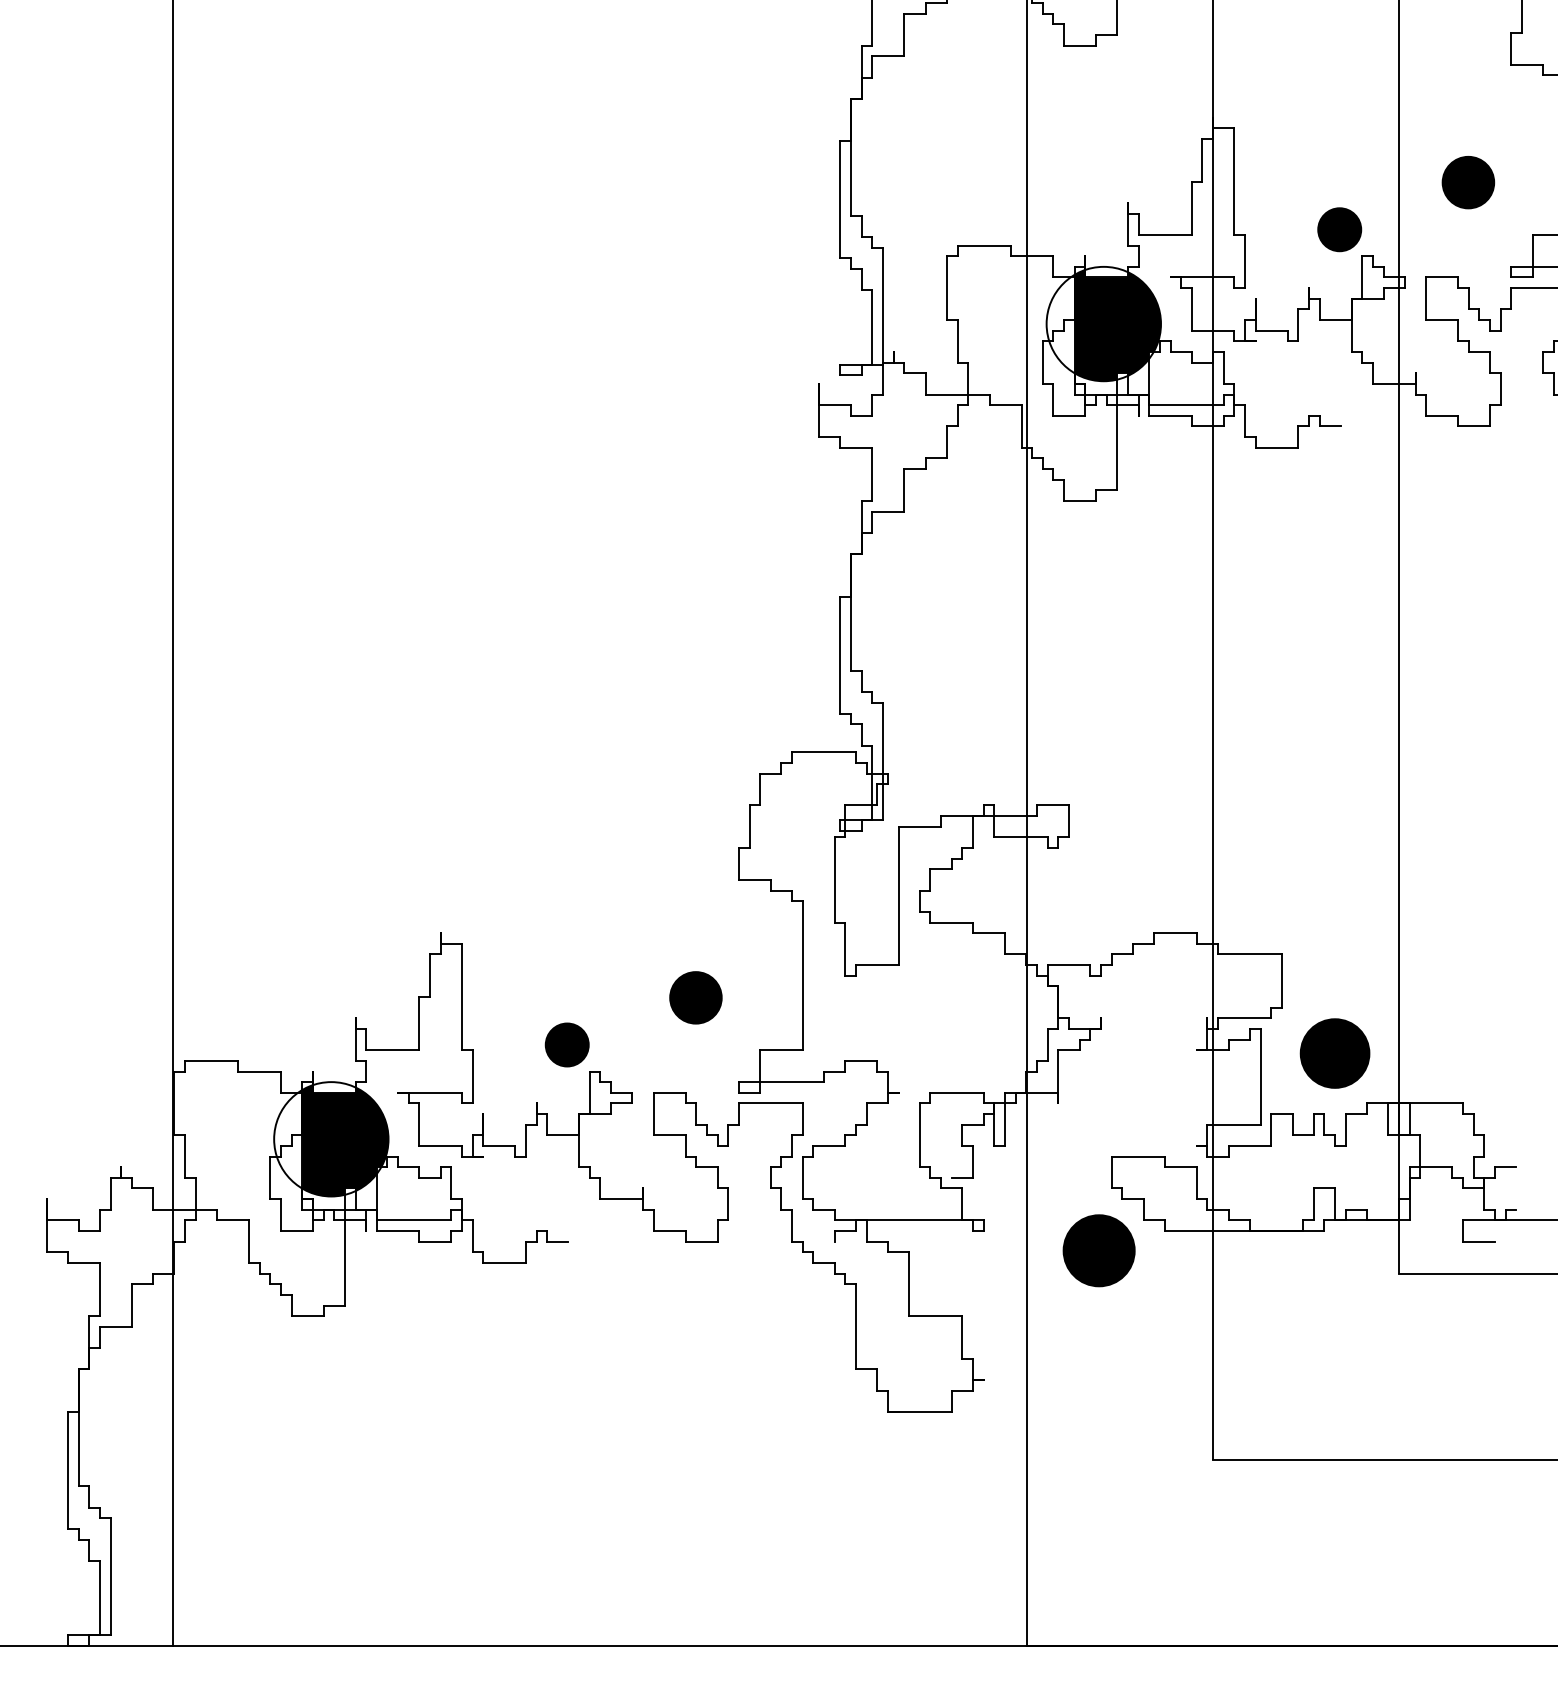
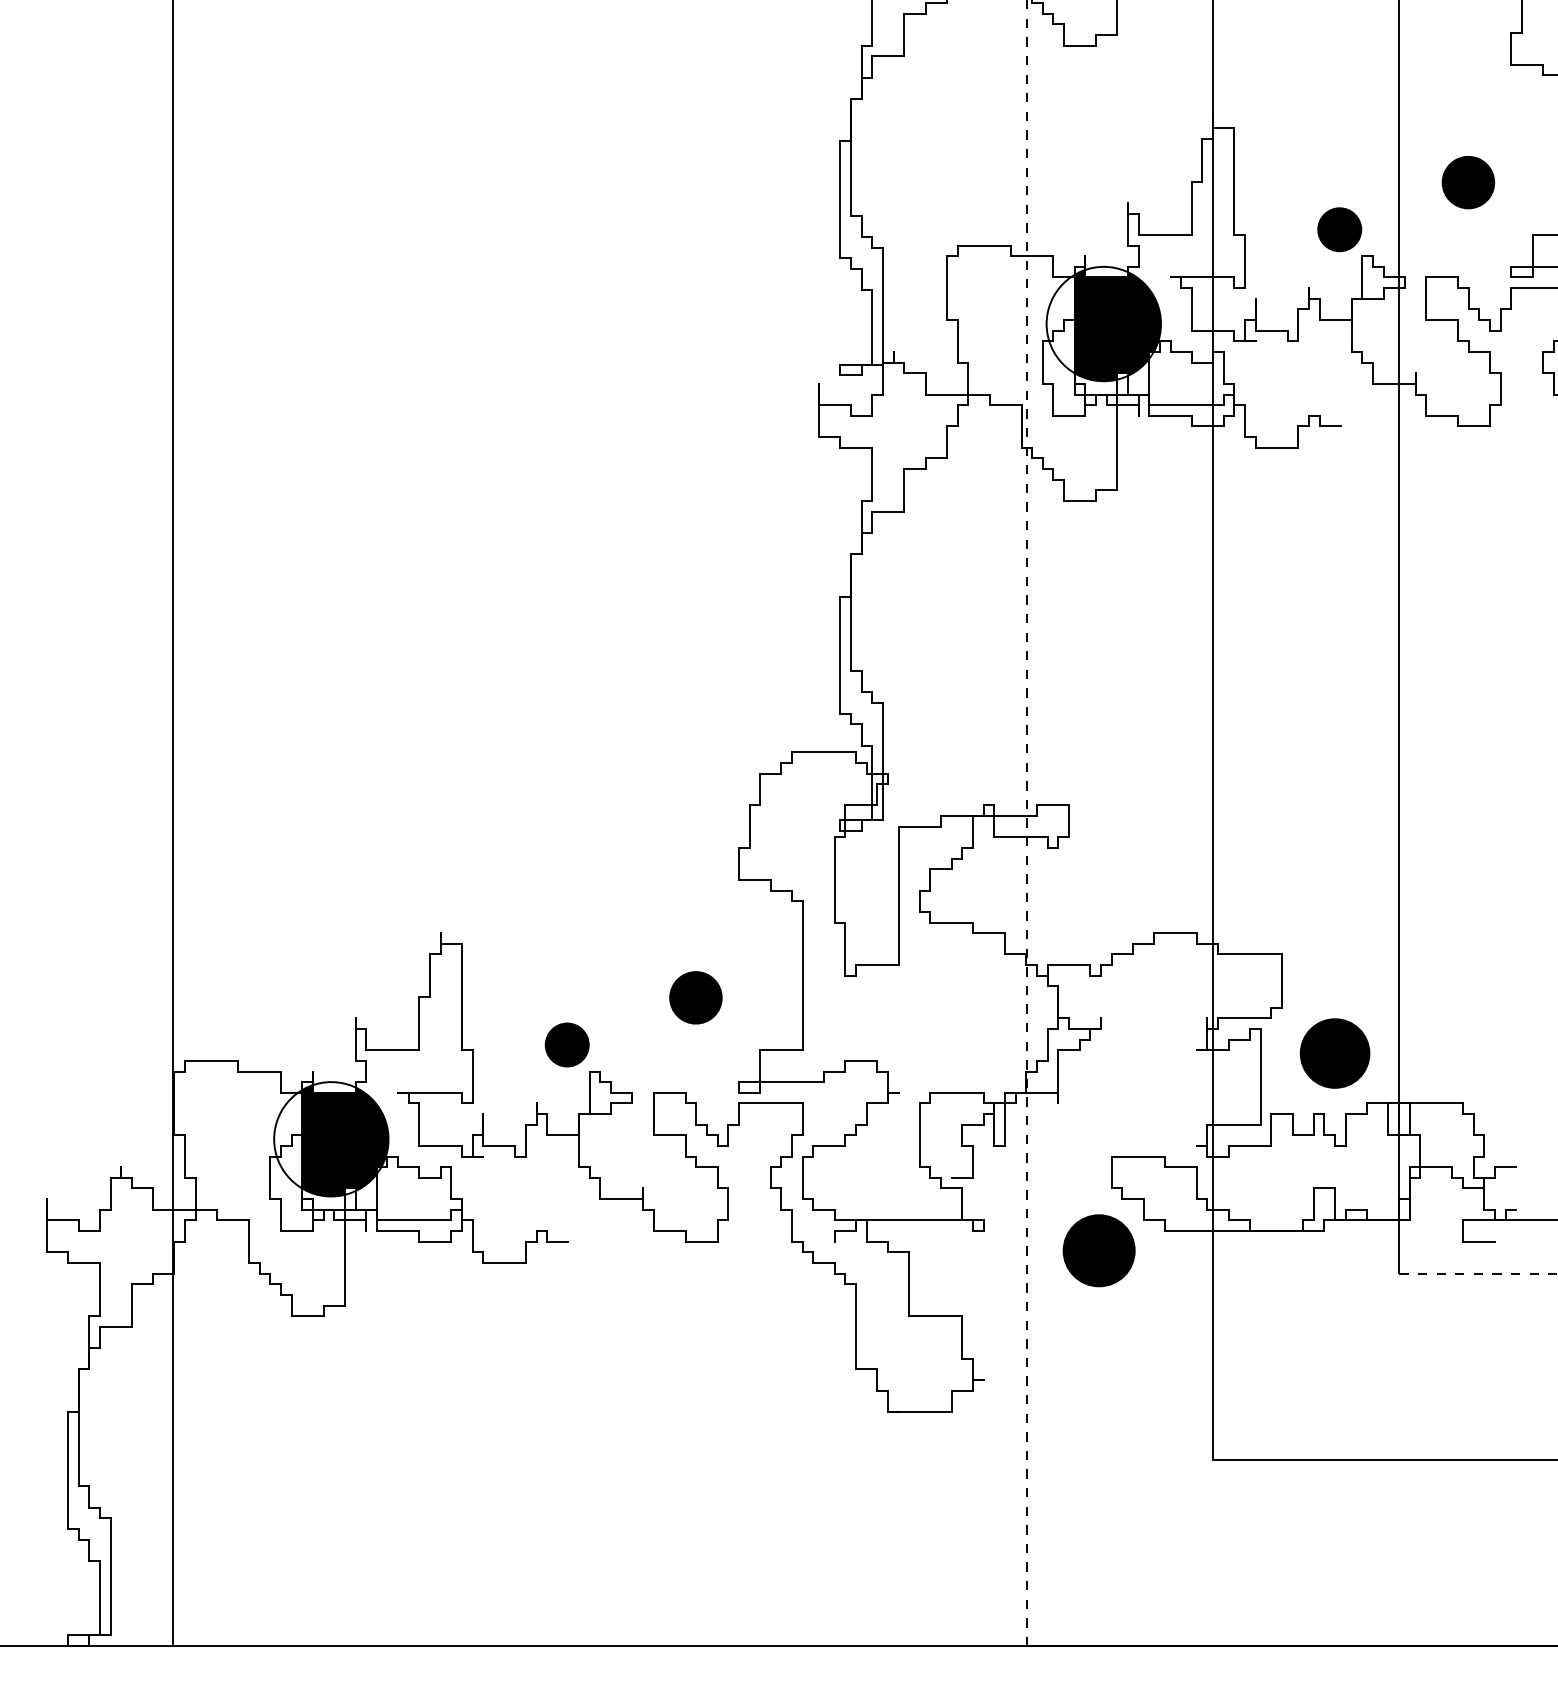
line at (1027, 823): solid -> dashed
line at (1478, 1274): solid -> dashed
